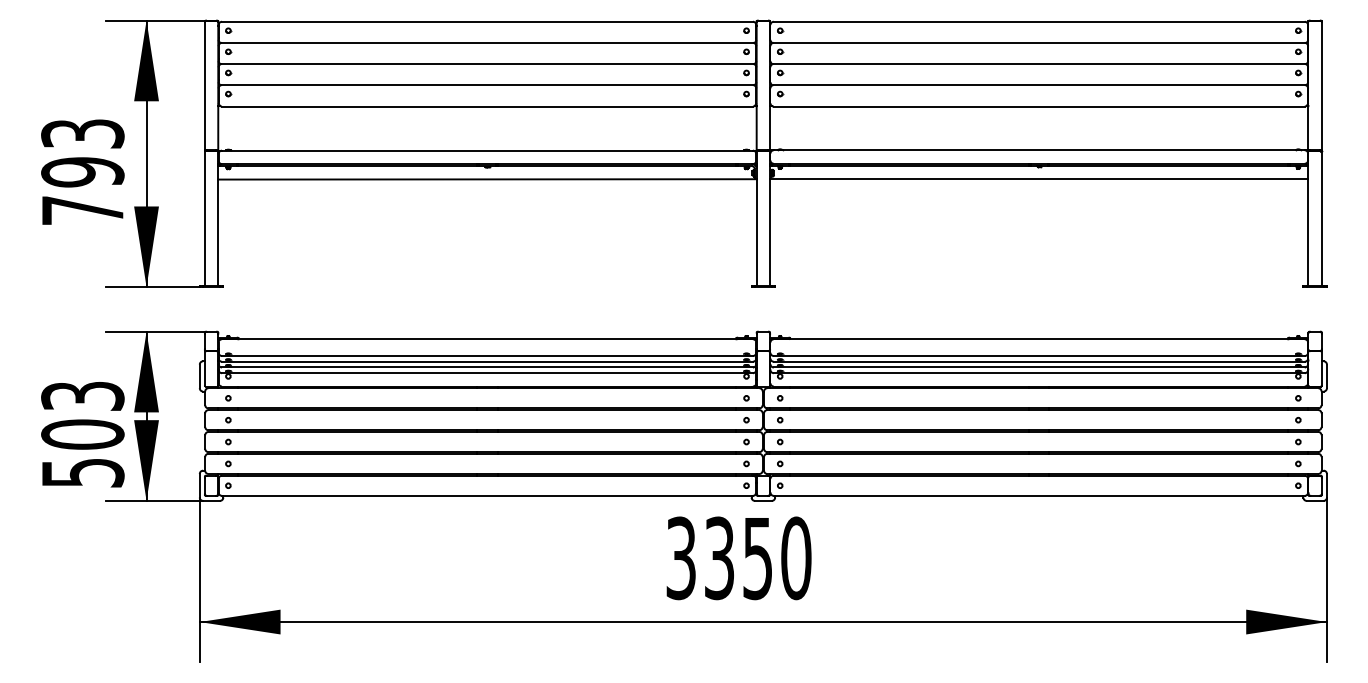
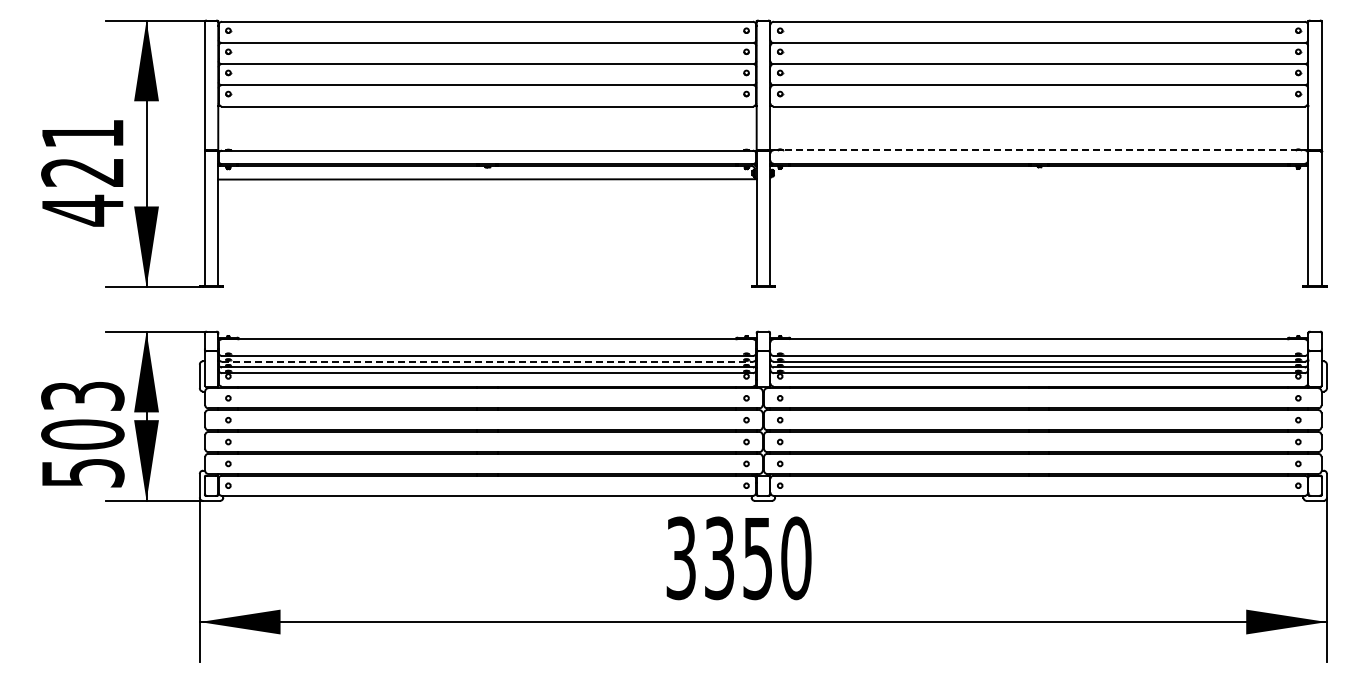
line at (1039, 150): solid -> dashed
text at (82, 172): 793 -> 421
line at (1039, 179): present -> none
line at (487, 361): solid -> dashed
